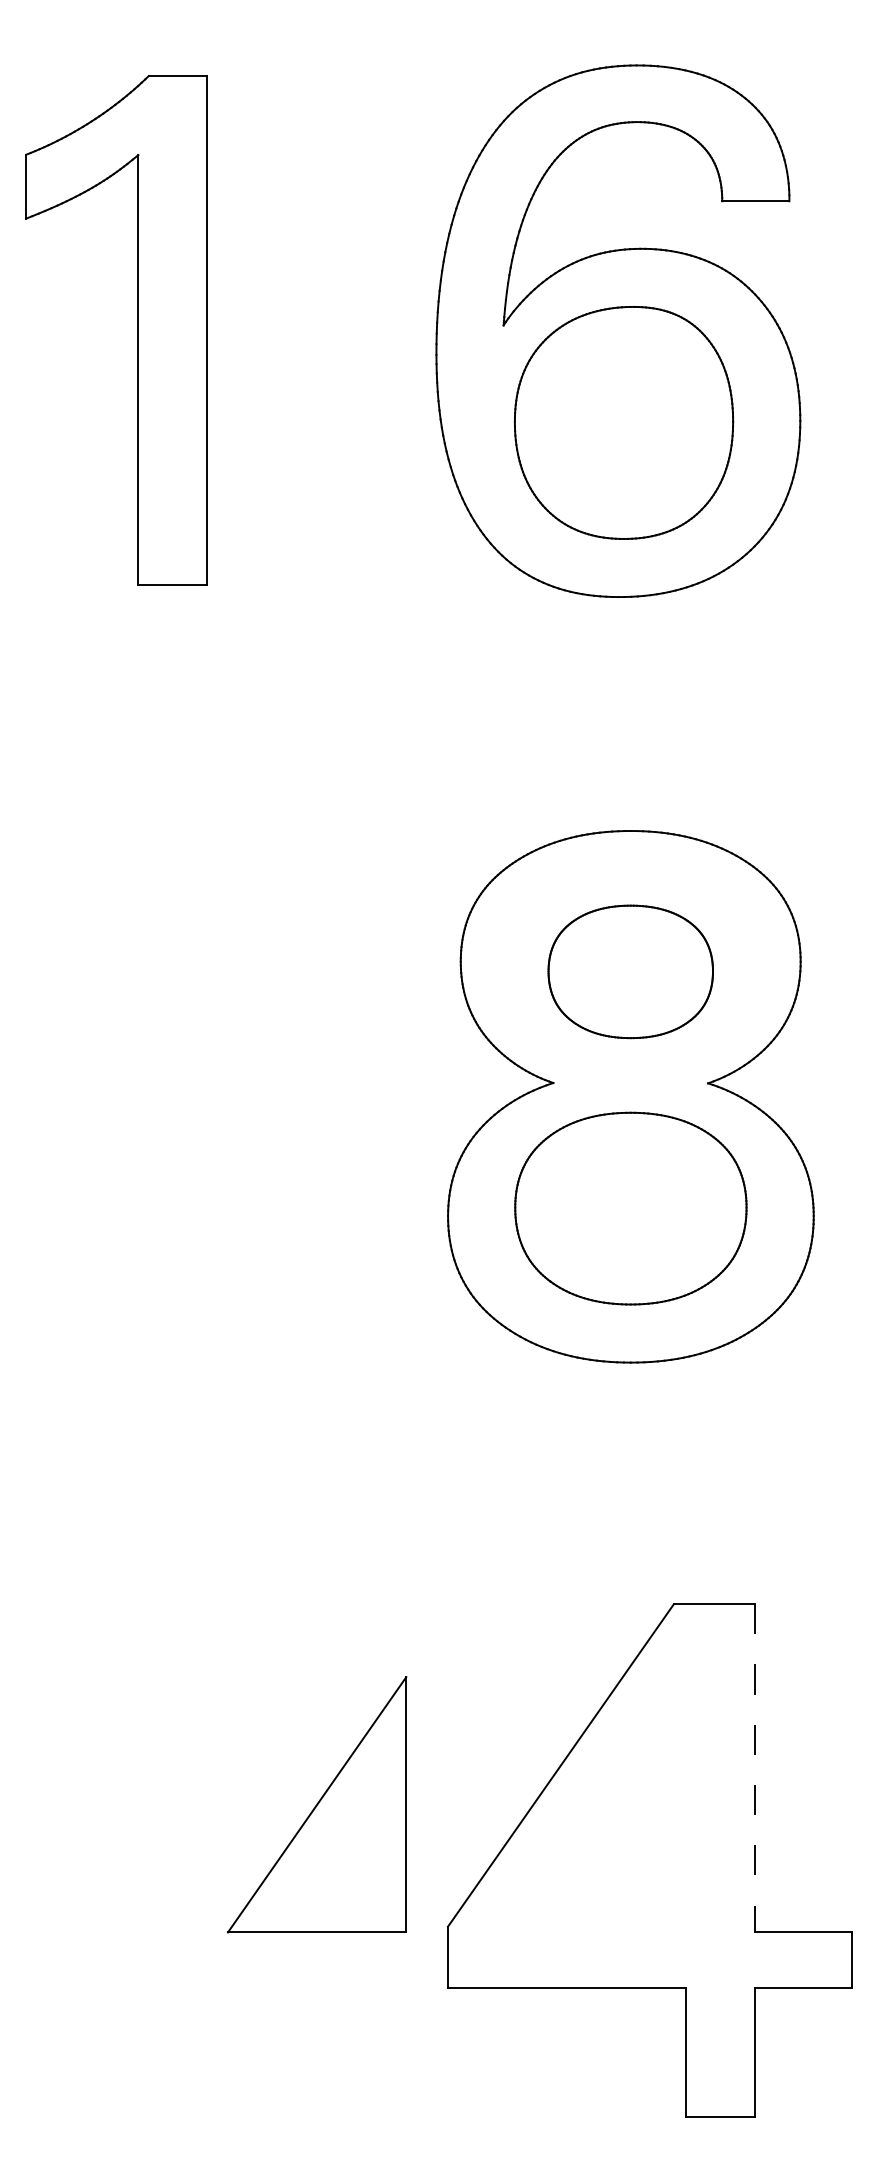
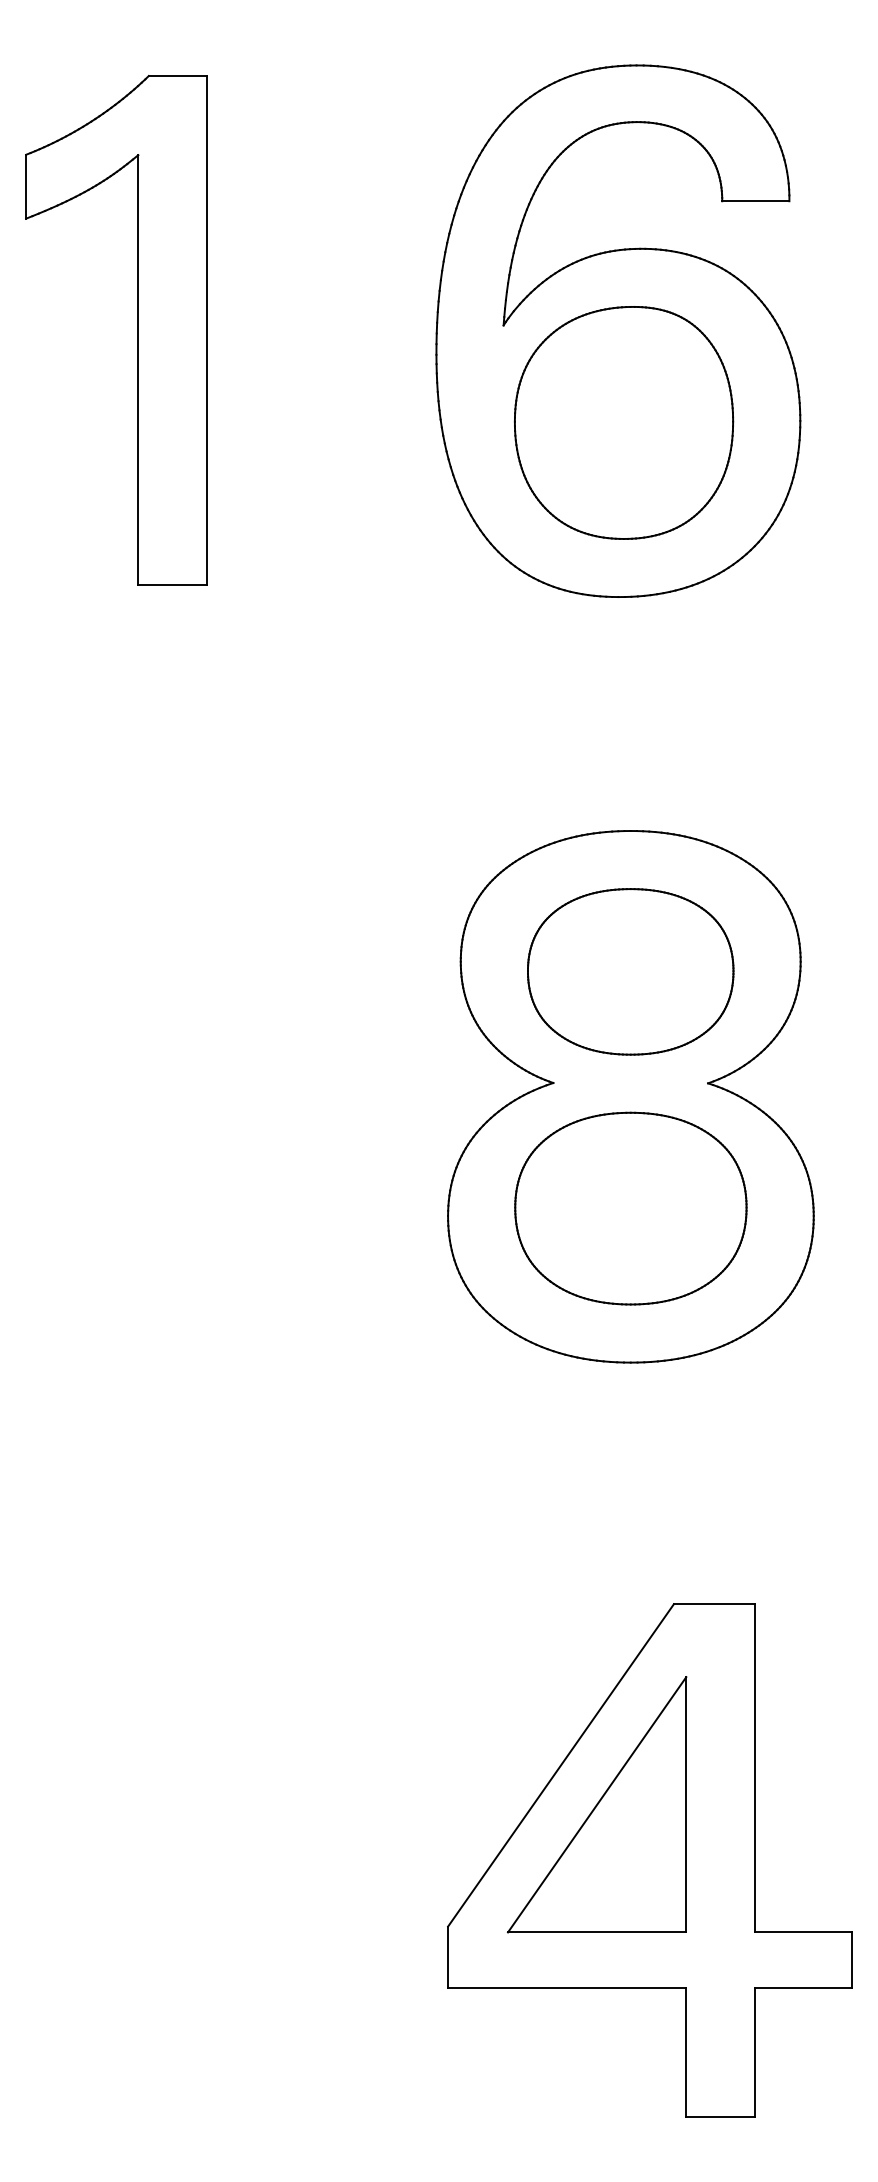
part at (630, 971) size: 167x136 px -> 208x168 px
line at (754, 1768): dashed -> solid
part at (316, 1804) position: (316, 1804) -> (596, 1804)
